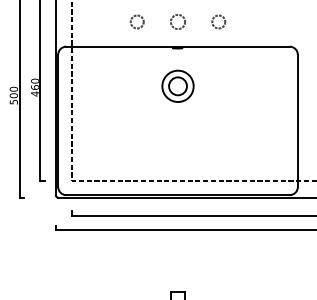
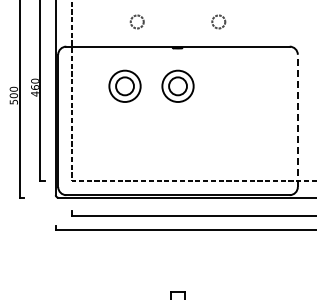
circle at (177, 21): present -> none
part at (124, 85): none -> present
line at (297, 120): solid -> dashed
